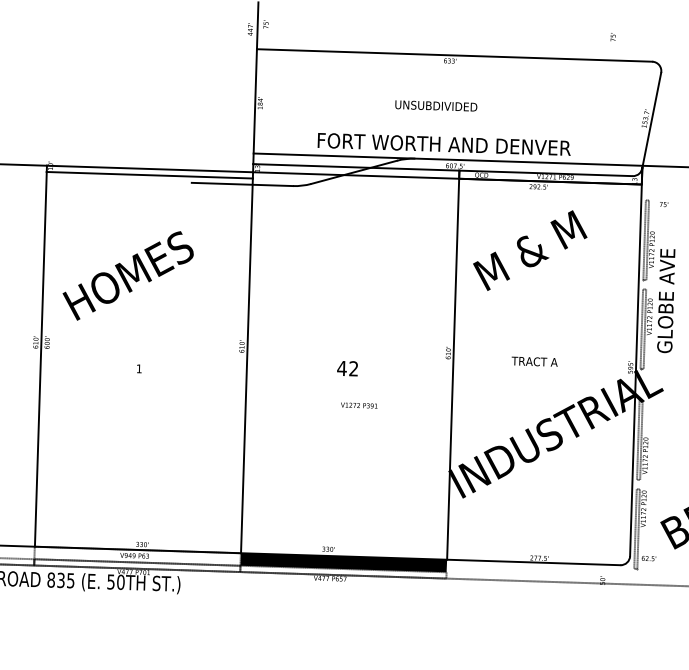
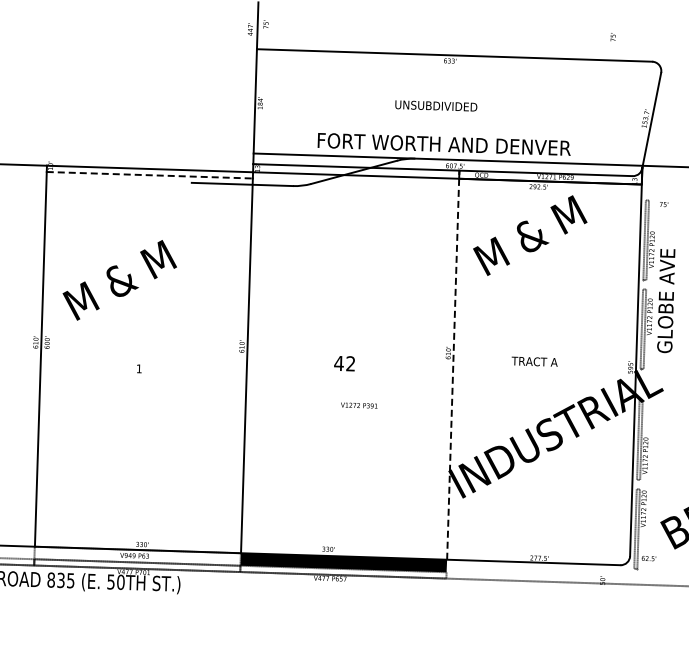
line at (150, 175): solid -> dashed
text at (530, 250) position: (530, 250) -> (530, 235)
text at (129, 274): HOMES -> M & M
line at (453, 365): solid -> dashed
text at (347, 368) position: (347, 368) -> (344, 363)
